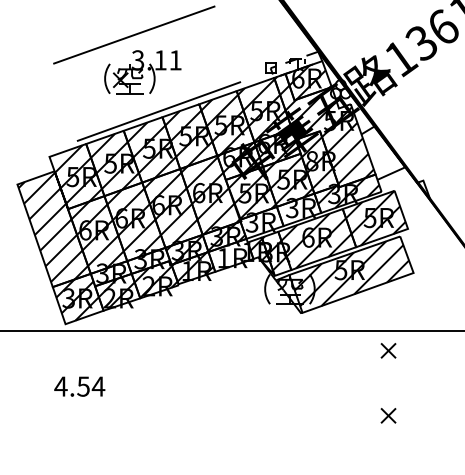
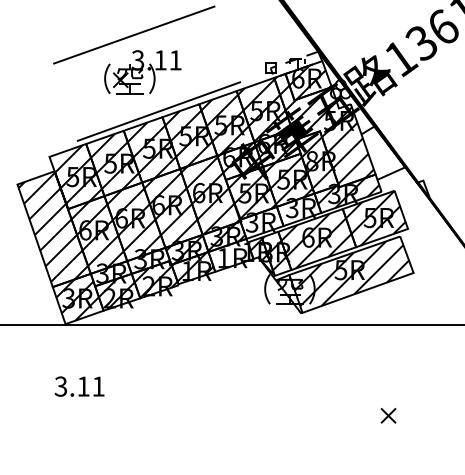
line at (231, 331) position: (231, 331) -> (231, 325)
part at (388, 350): present -> none
text at (79, 386): 4.54 -> 3.11
